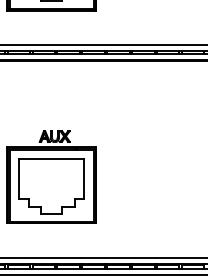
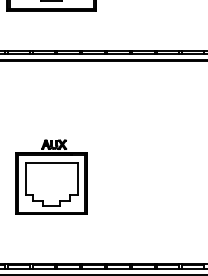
line at (103, 45): present -> none
part at (51, 176) size: 91x94 px -> 73x76 px
line at (103, 257): present -> none
